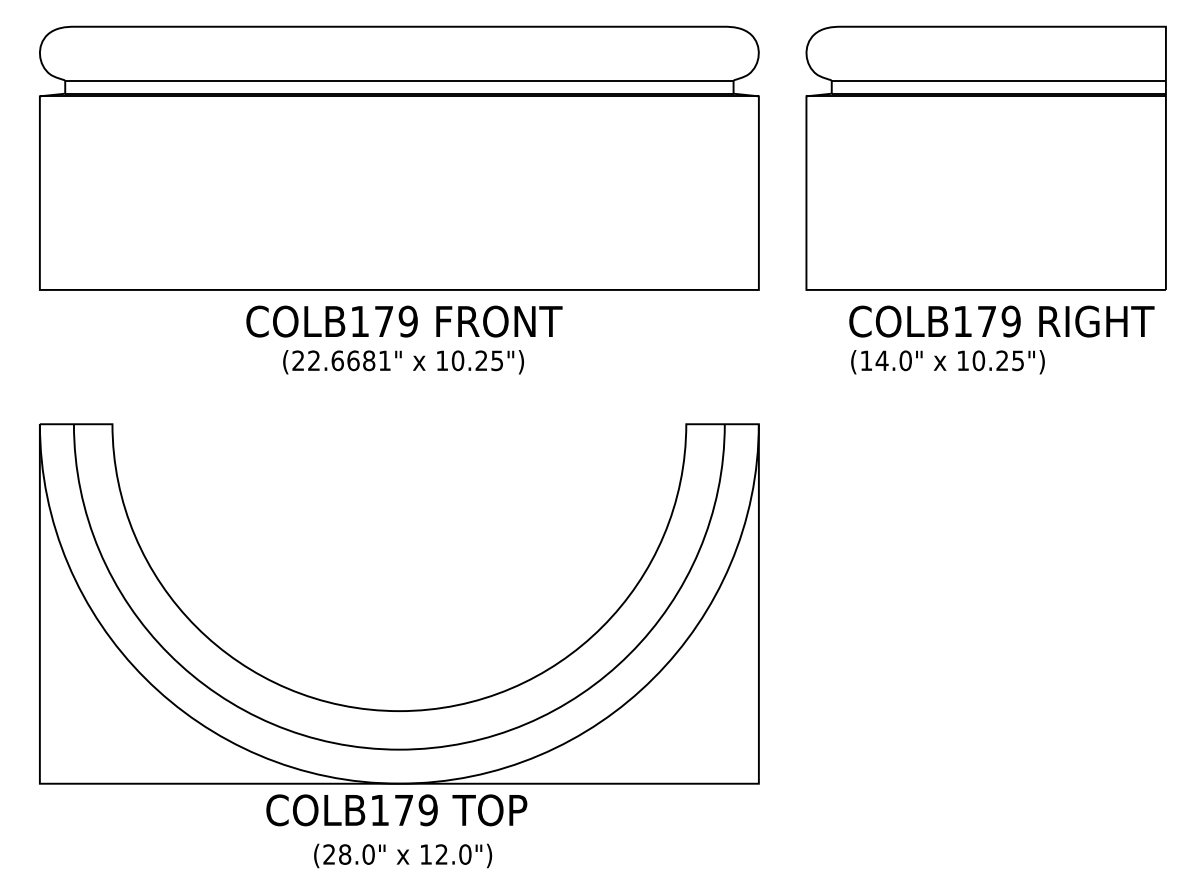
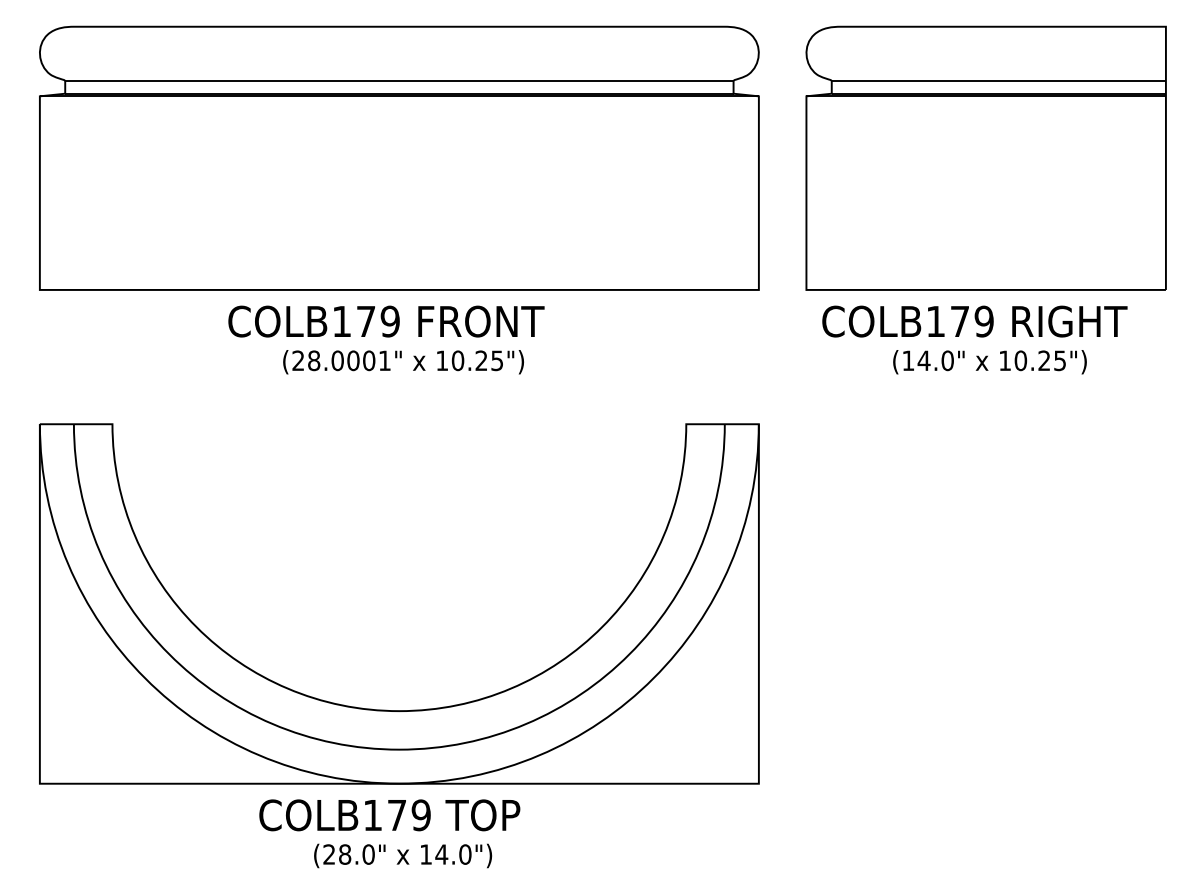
text at (404, 321) position: (404, 321) -> (386, 321)
text at (1001, 321) position: (1001, 321) -> (974, 321)
text at (341, 360): (22.6681" -> (28.0001"
text at (947, 362) position: (947, 362) -> (989, 362)
text at (396, 810) position: (396, 810) -> (389, 815)
text at (441, 854): 12.0") -> 14.0")
